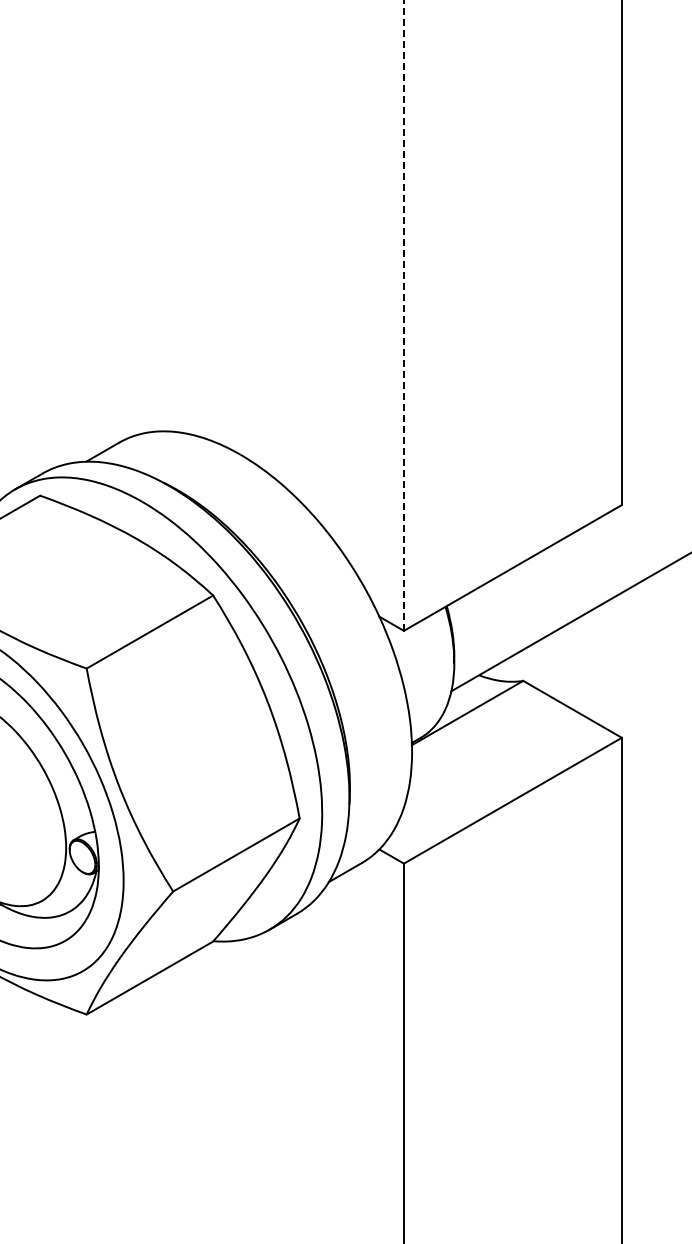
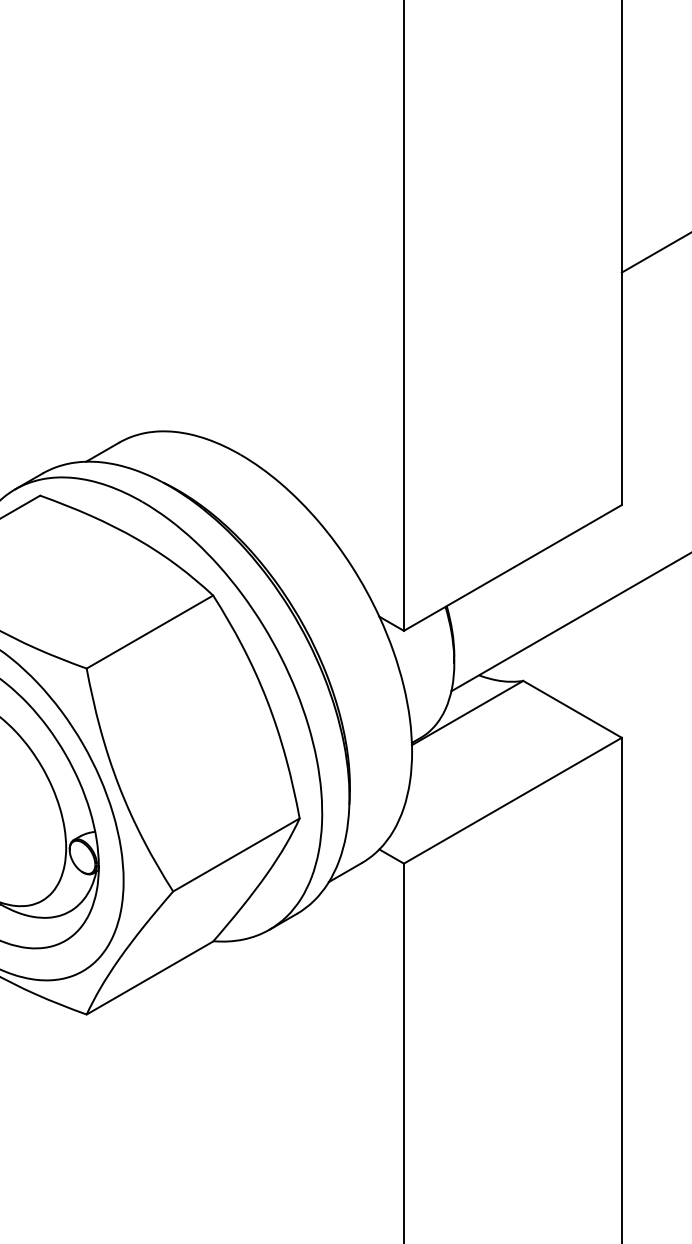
line at (654, 253): none -> present
line at (403, 315): dashed -> solid
